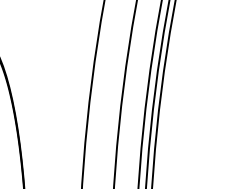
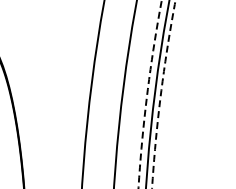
circle at (149, 94): solid -> dashed
circle at (163, 94): solid -> dashed
